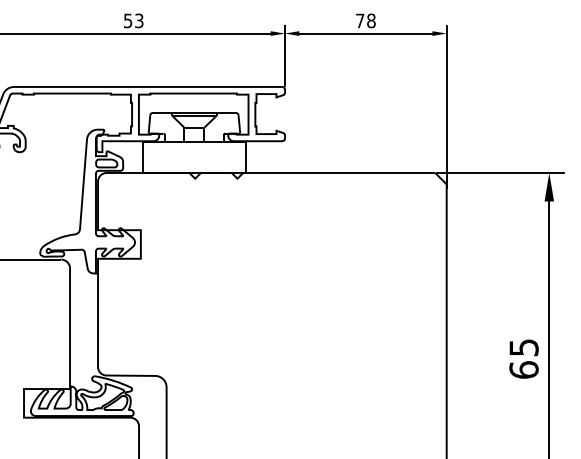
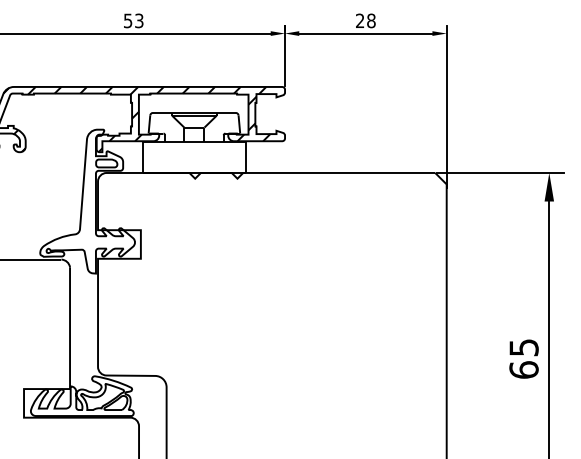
text at (360, 20): 78 -> 28
hatch at (136, 119): none -> present
